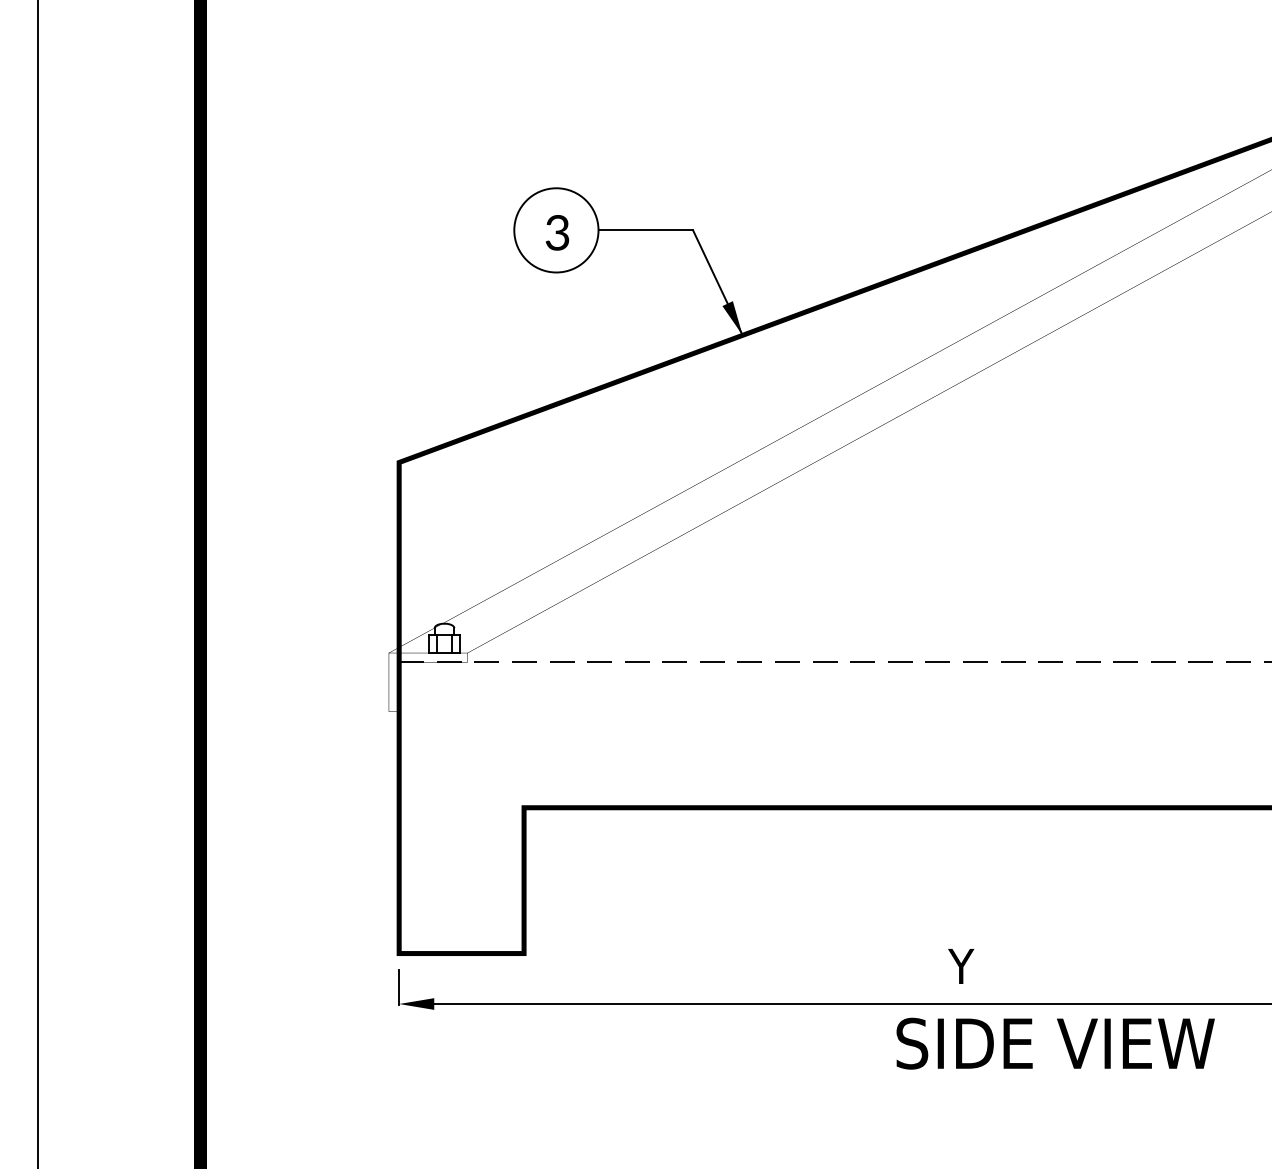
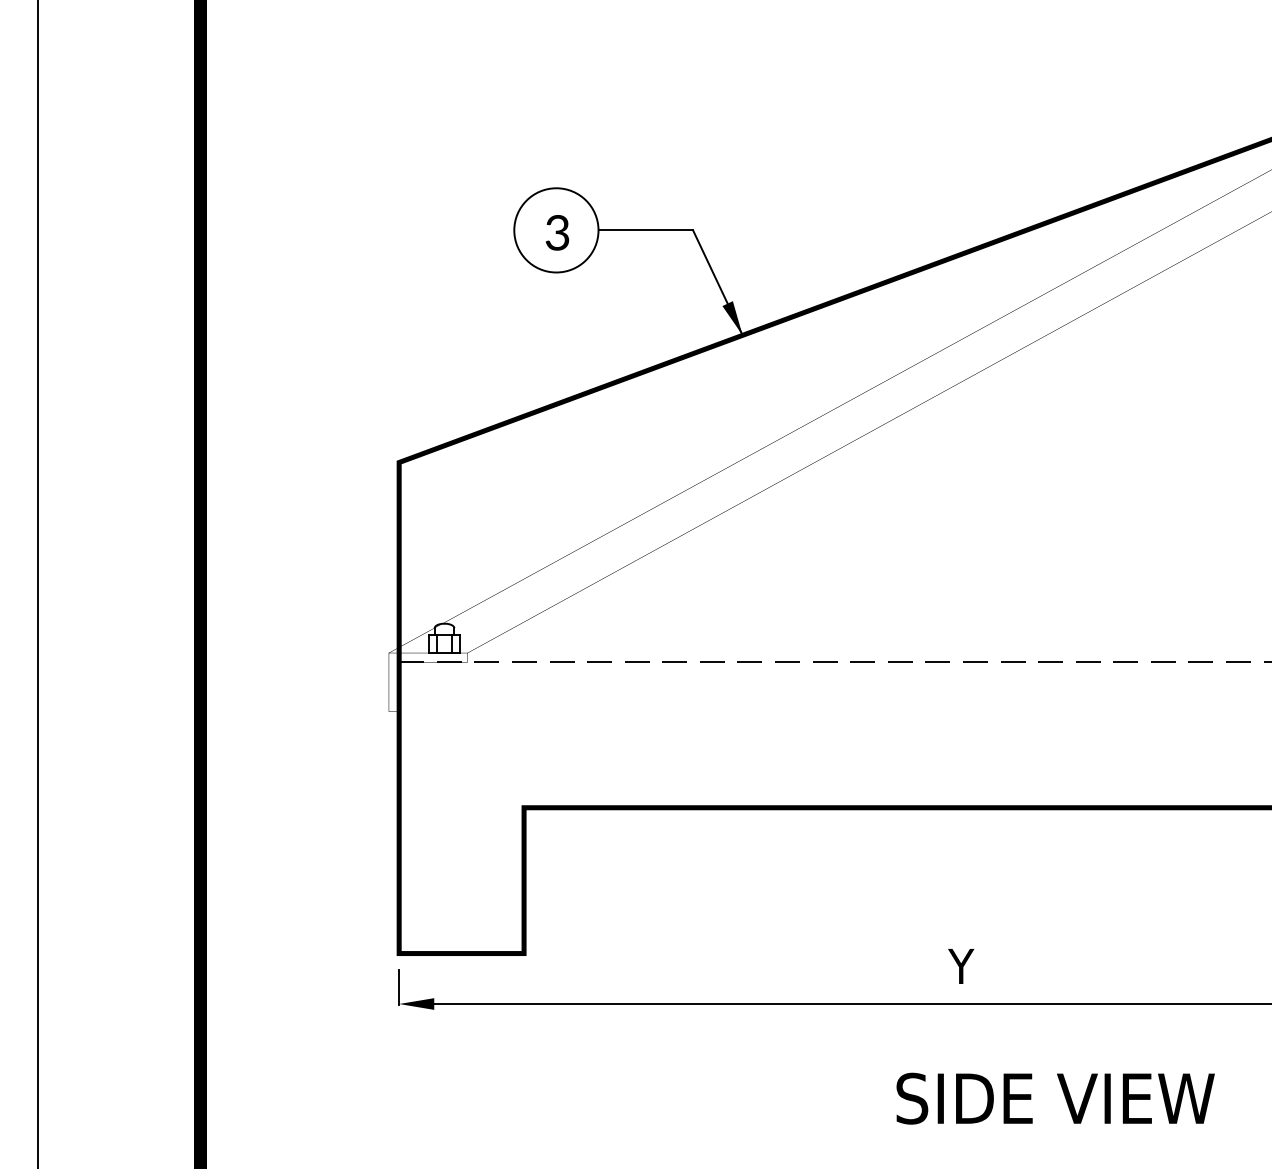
text at (1055, 1043) position: (1055, 1043) -> (1055, 1098)
